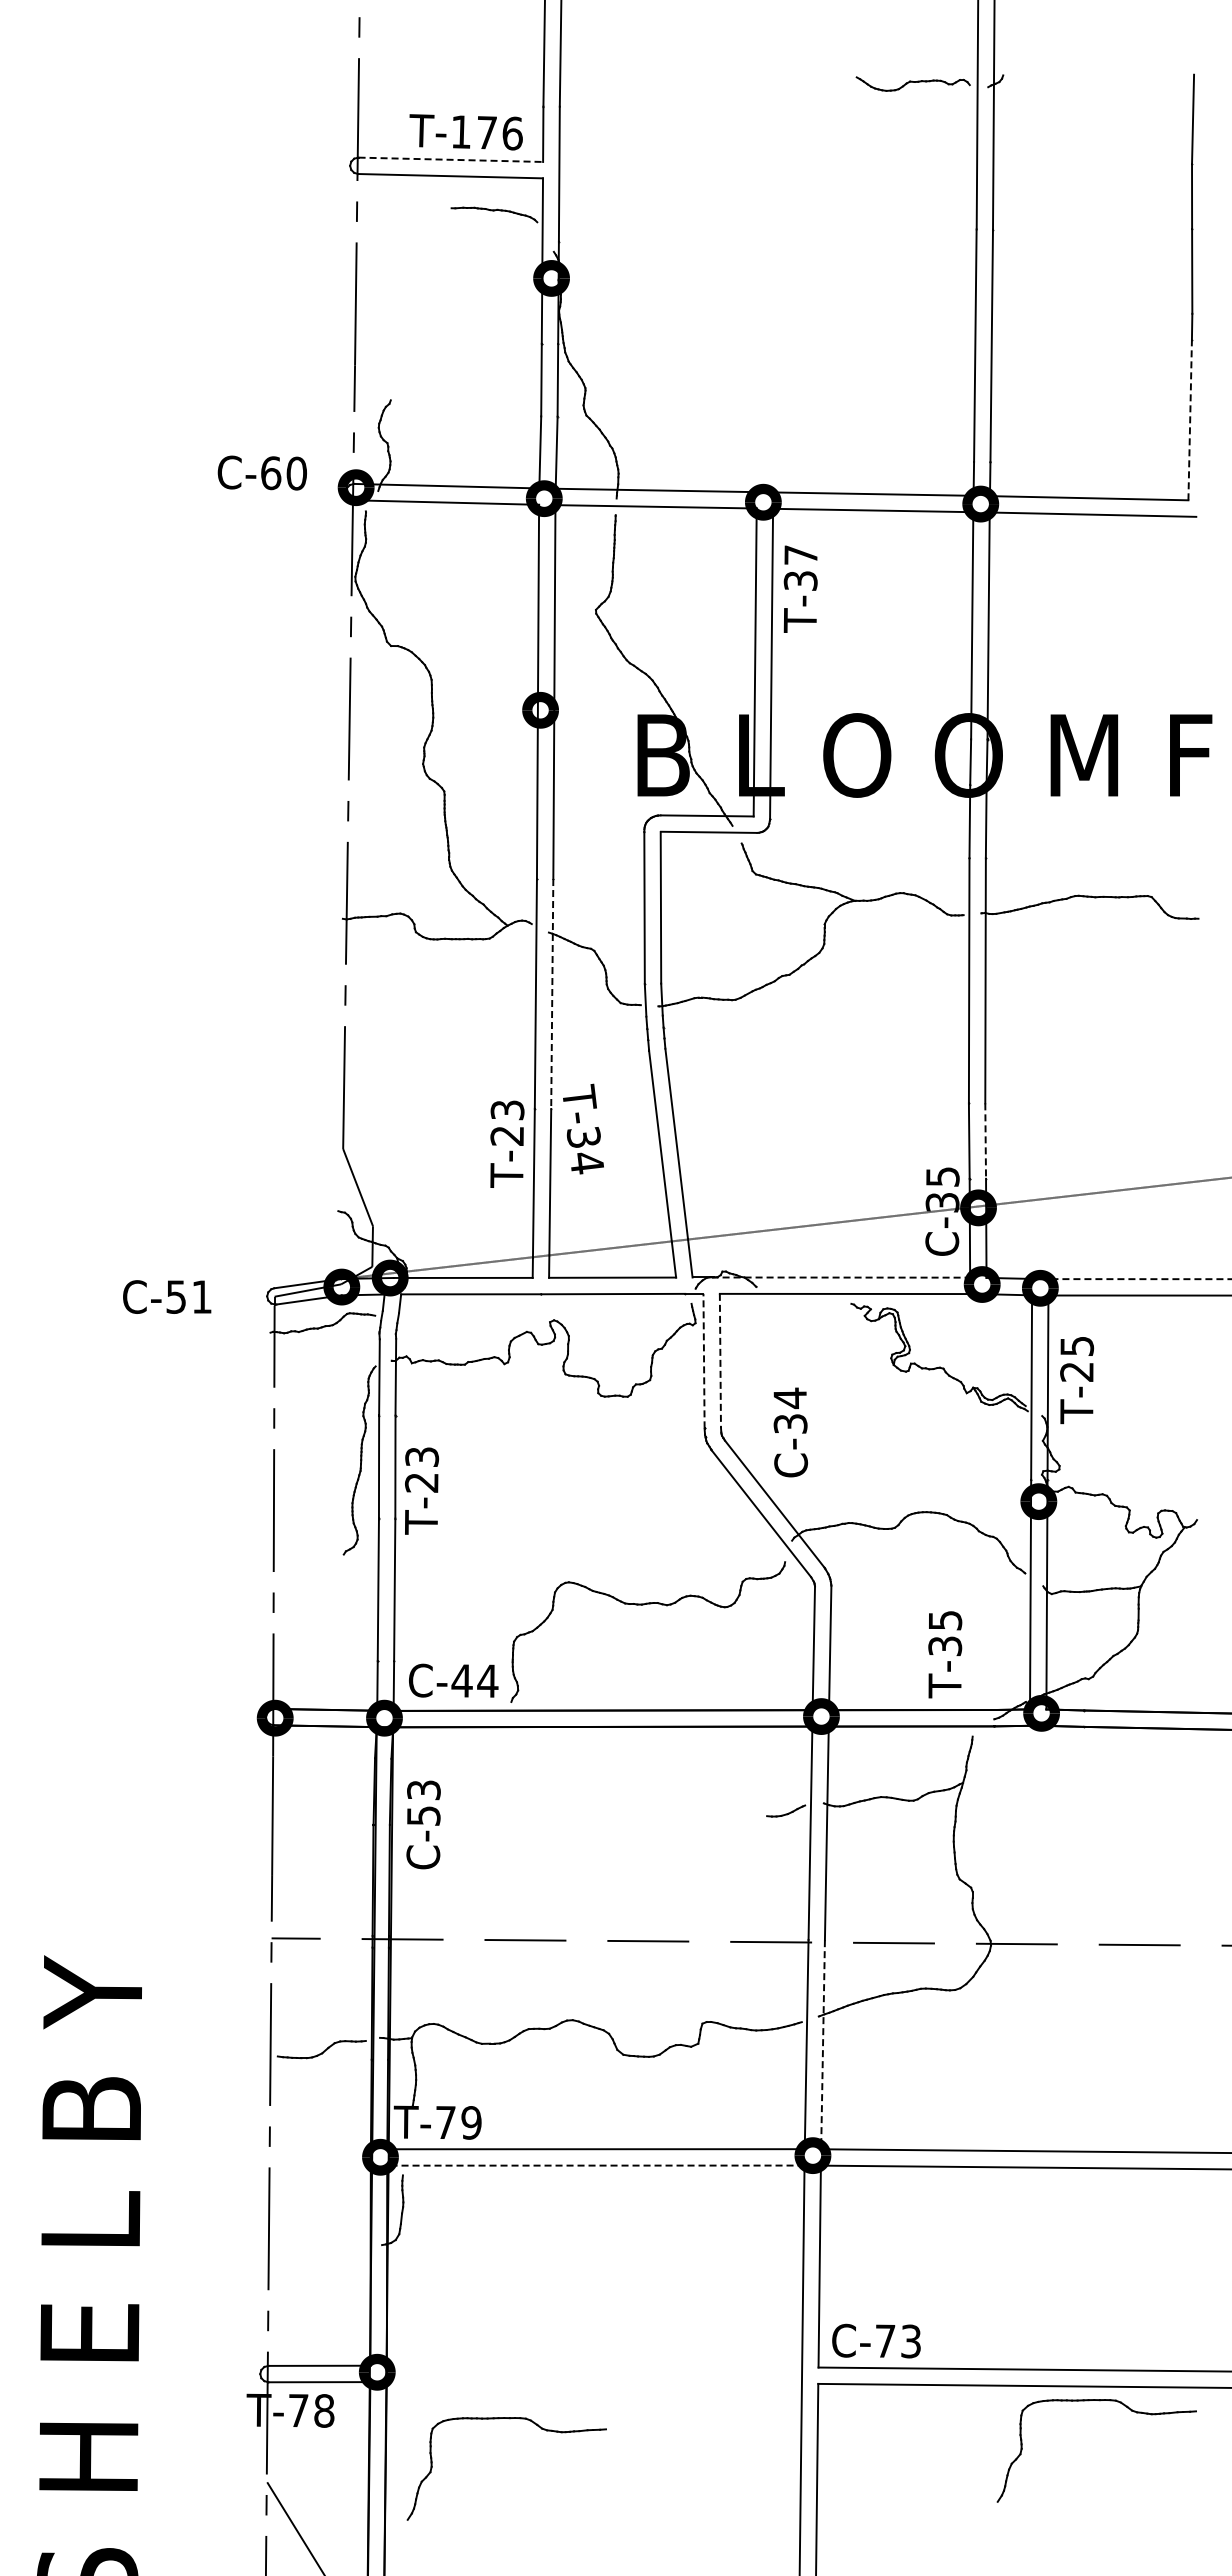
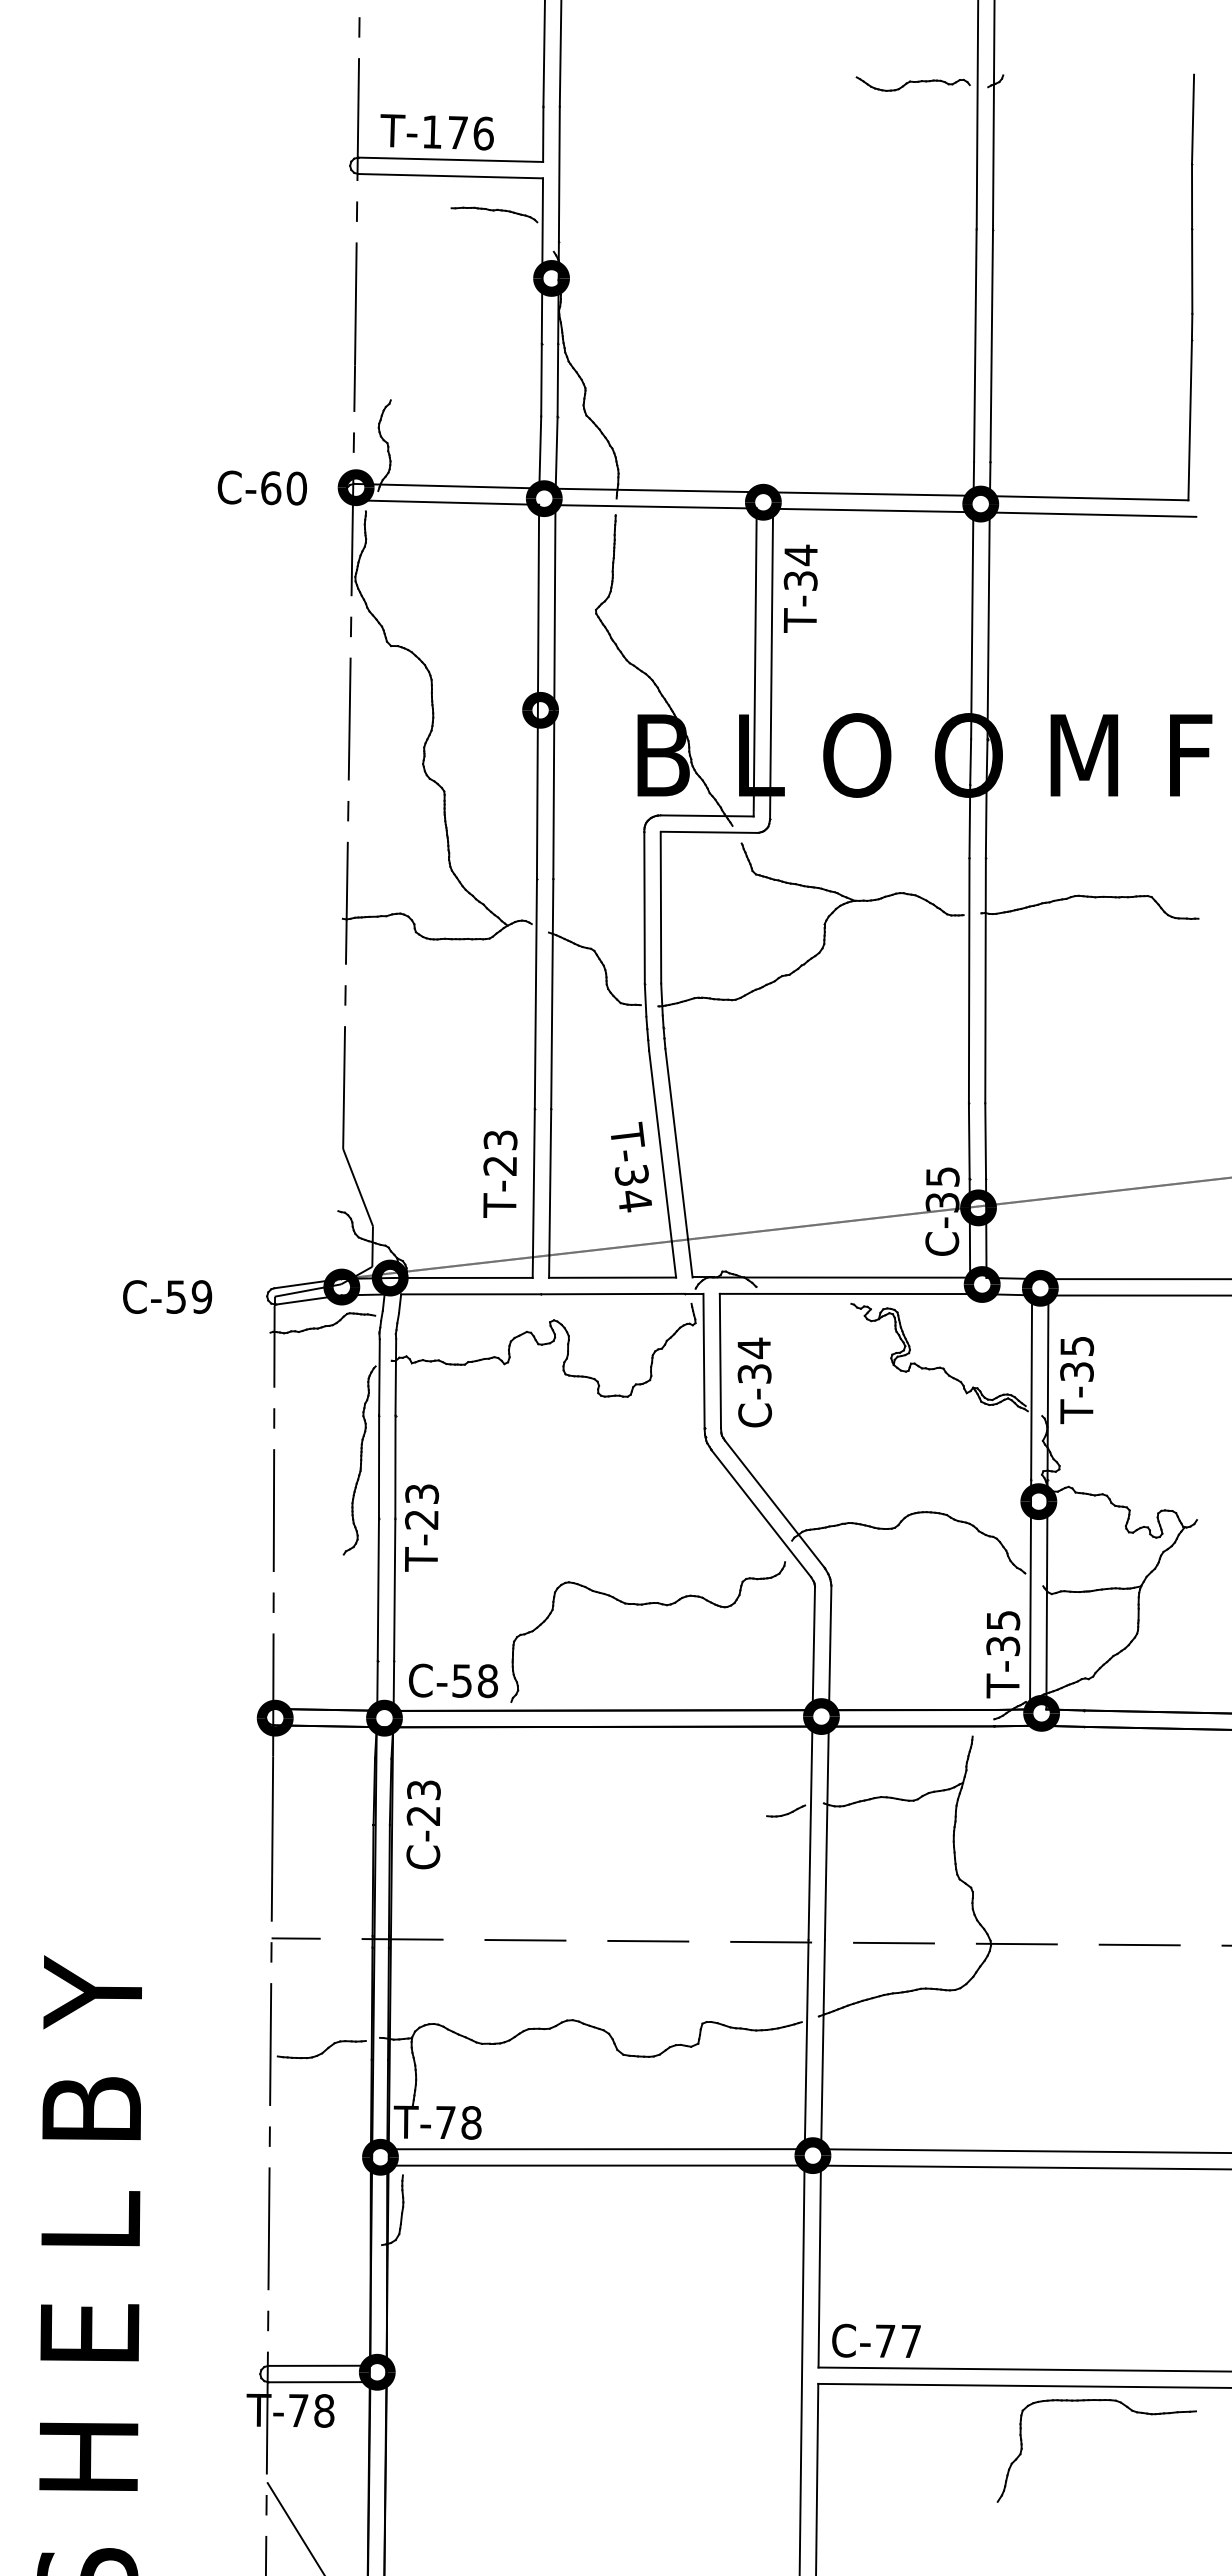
text at (465, 132) position: (465, 132) -> (436, 132)
line at (451, 159): dashed -> solid
line at (1190, 419): dashed -> solid
text at (261, 472) position: (261, 472) -> (261, 487)
text at (800, 555): T-37 -> T-34
line at (552, 993): dashed -> solid
text at (583, 1128) position: (583, 1128) -> (631, 1166)
line at (985, 1141): dashed -> solid
text at (507, 1143) position: (507, 1143) -> (500, 1173)
line at (841, 1277): dashed -> solid
line at (1136, 1279): dashed -> solid
text at (201, 1296): C-51 -> C-59
line at (704, 1360): dashed -> solid
line at (720, 1361): dashed -> solid
text at (1076, 1371): T-25 -> T-35
text at (790, 1432) position: (790, 1432) -> (754, 1382)
text at (422, 1490) position: (422, 1490) -> (422, 1527)
text at (945, 1654) position: (945, 1654) -> (1003, 1654)
text at (474, 1681): C-44 -> C-58
text at (423, 1815): C-53 -> C-23
line at (823, 2044): dashed -> solid
text at (471, 2122): T-79 -> T-78
line at (595, 2165): dashed -> solid
text at (910, 2341): C-73 -> C-77
part at (509, 2419): present -> none
